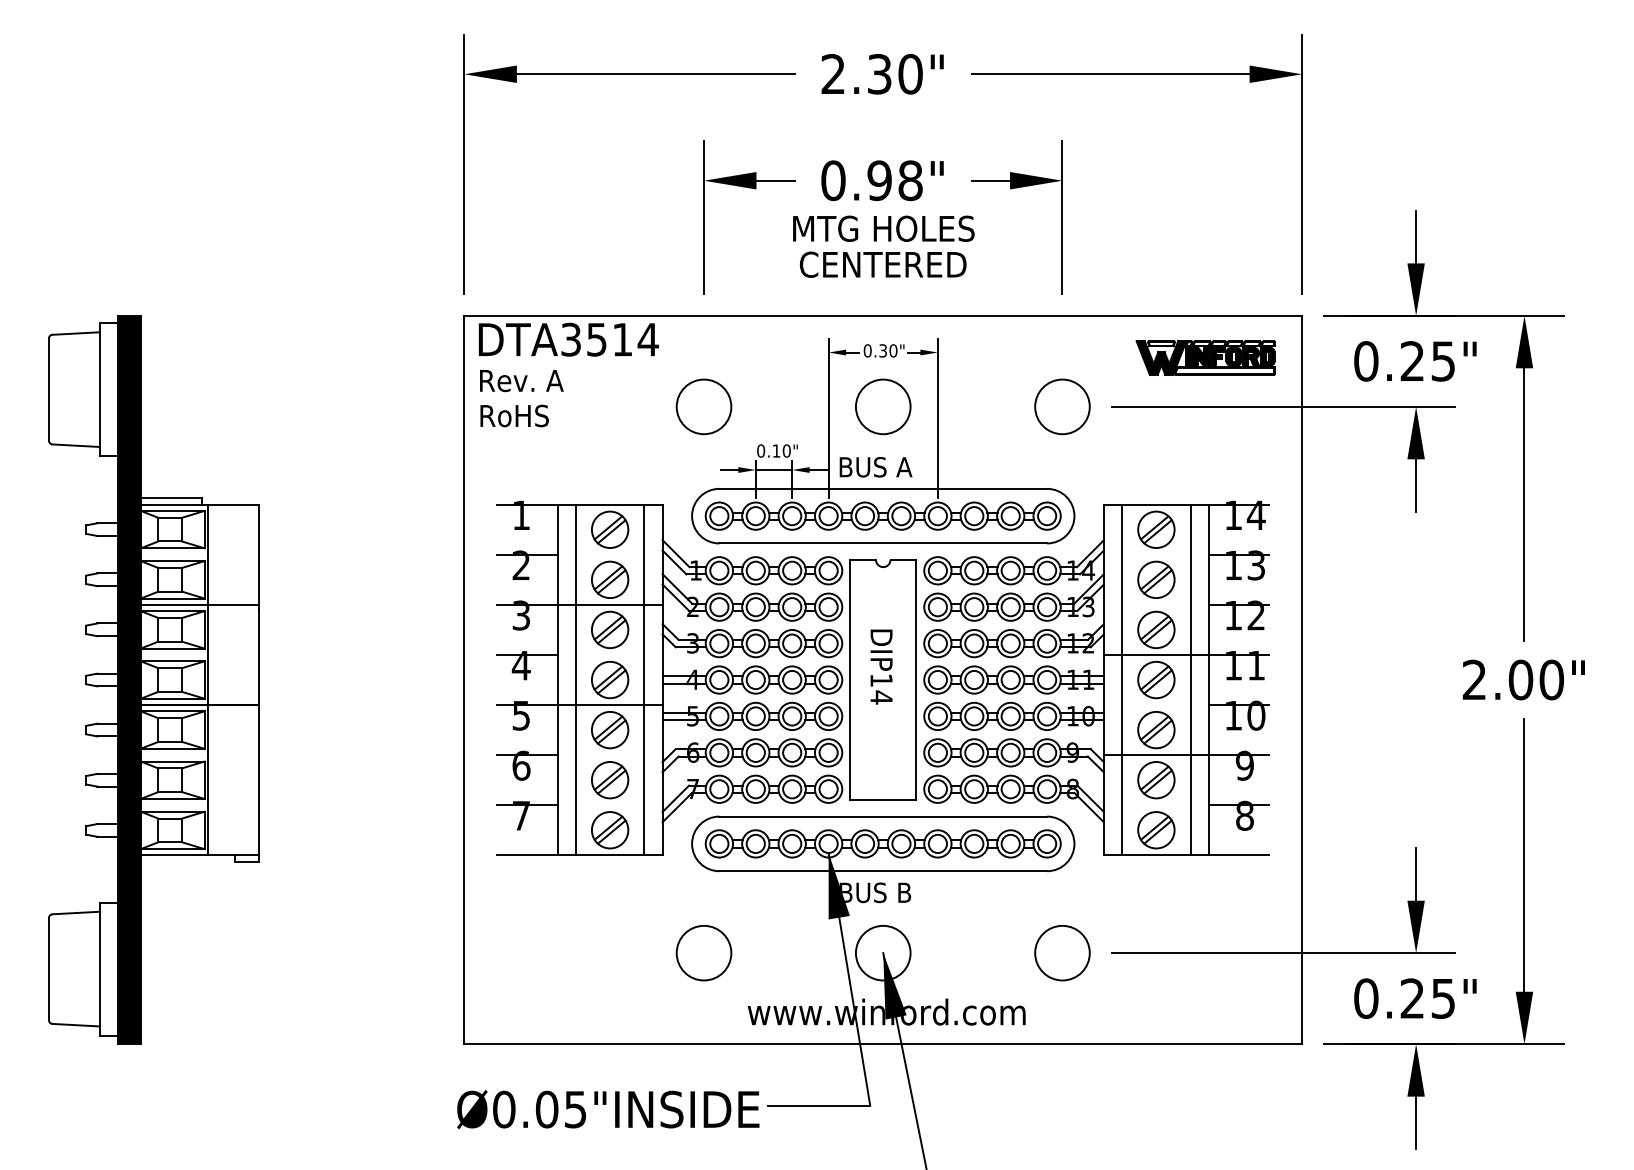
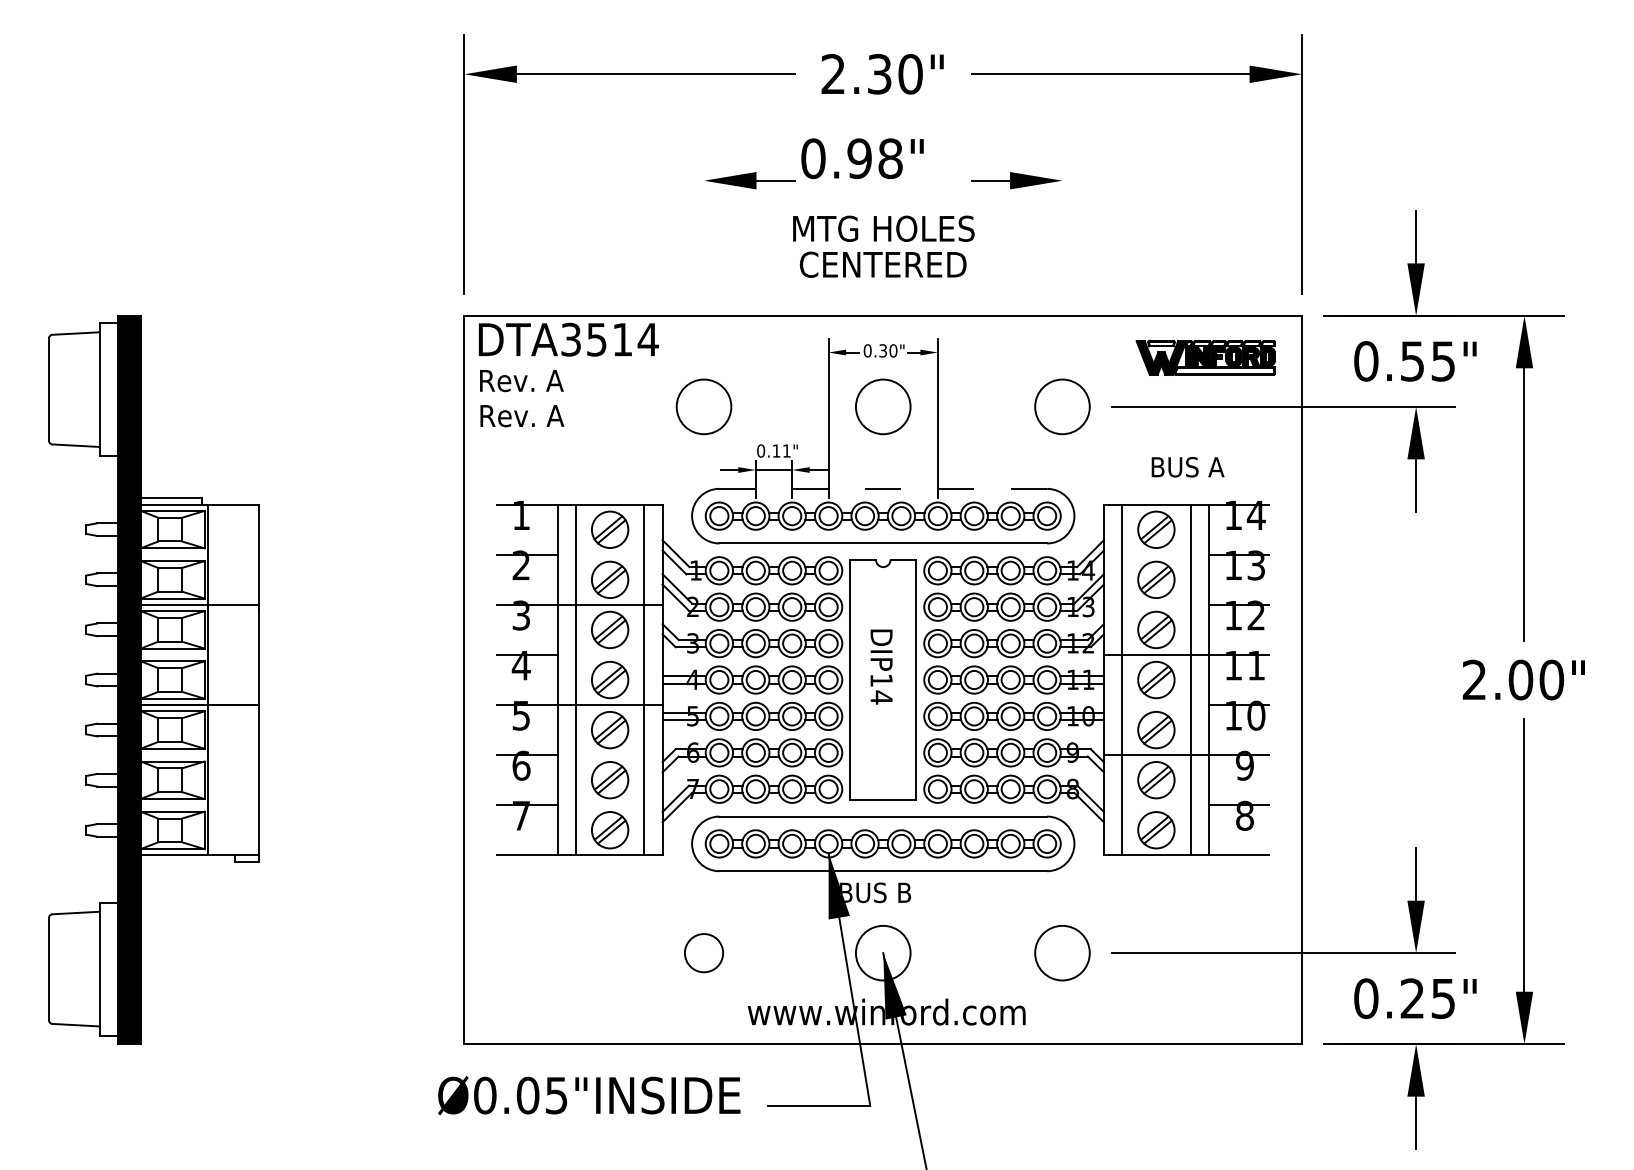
text at (882, 180) position: (882, 180) -> (862, 158)
line at (704, 217): present -> none
line at (1062, 217): present -> none
text at (1411, 361): 0.25" -> 0.55"
text at (531, 415): RoHS -> Rev. A
text at (786, 450): 0.10" -> 0.11"
text at (875, 467) position: (875, 467) -> (1187, 467)
line at (883, 488): solid -> dashed
circle at (703, 952) diameter: 55 px -> 38 px
text at (608, 1109) position: (608, 1109) -> (589, 1095)
